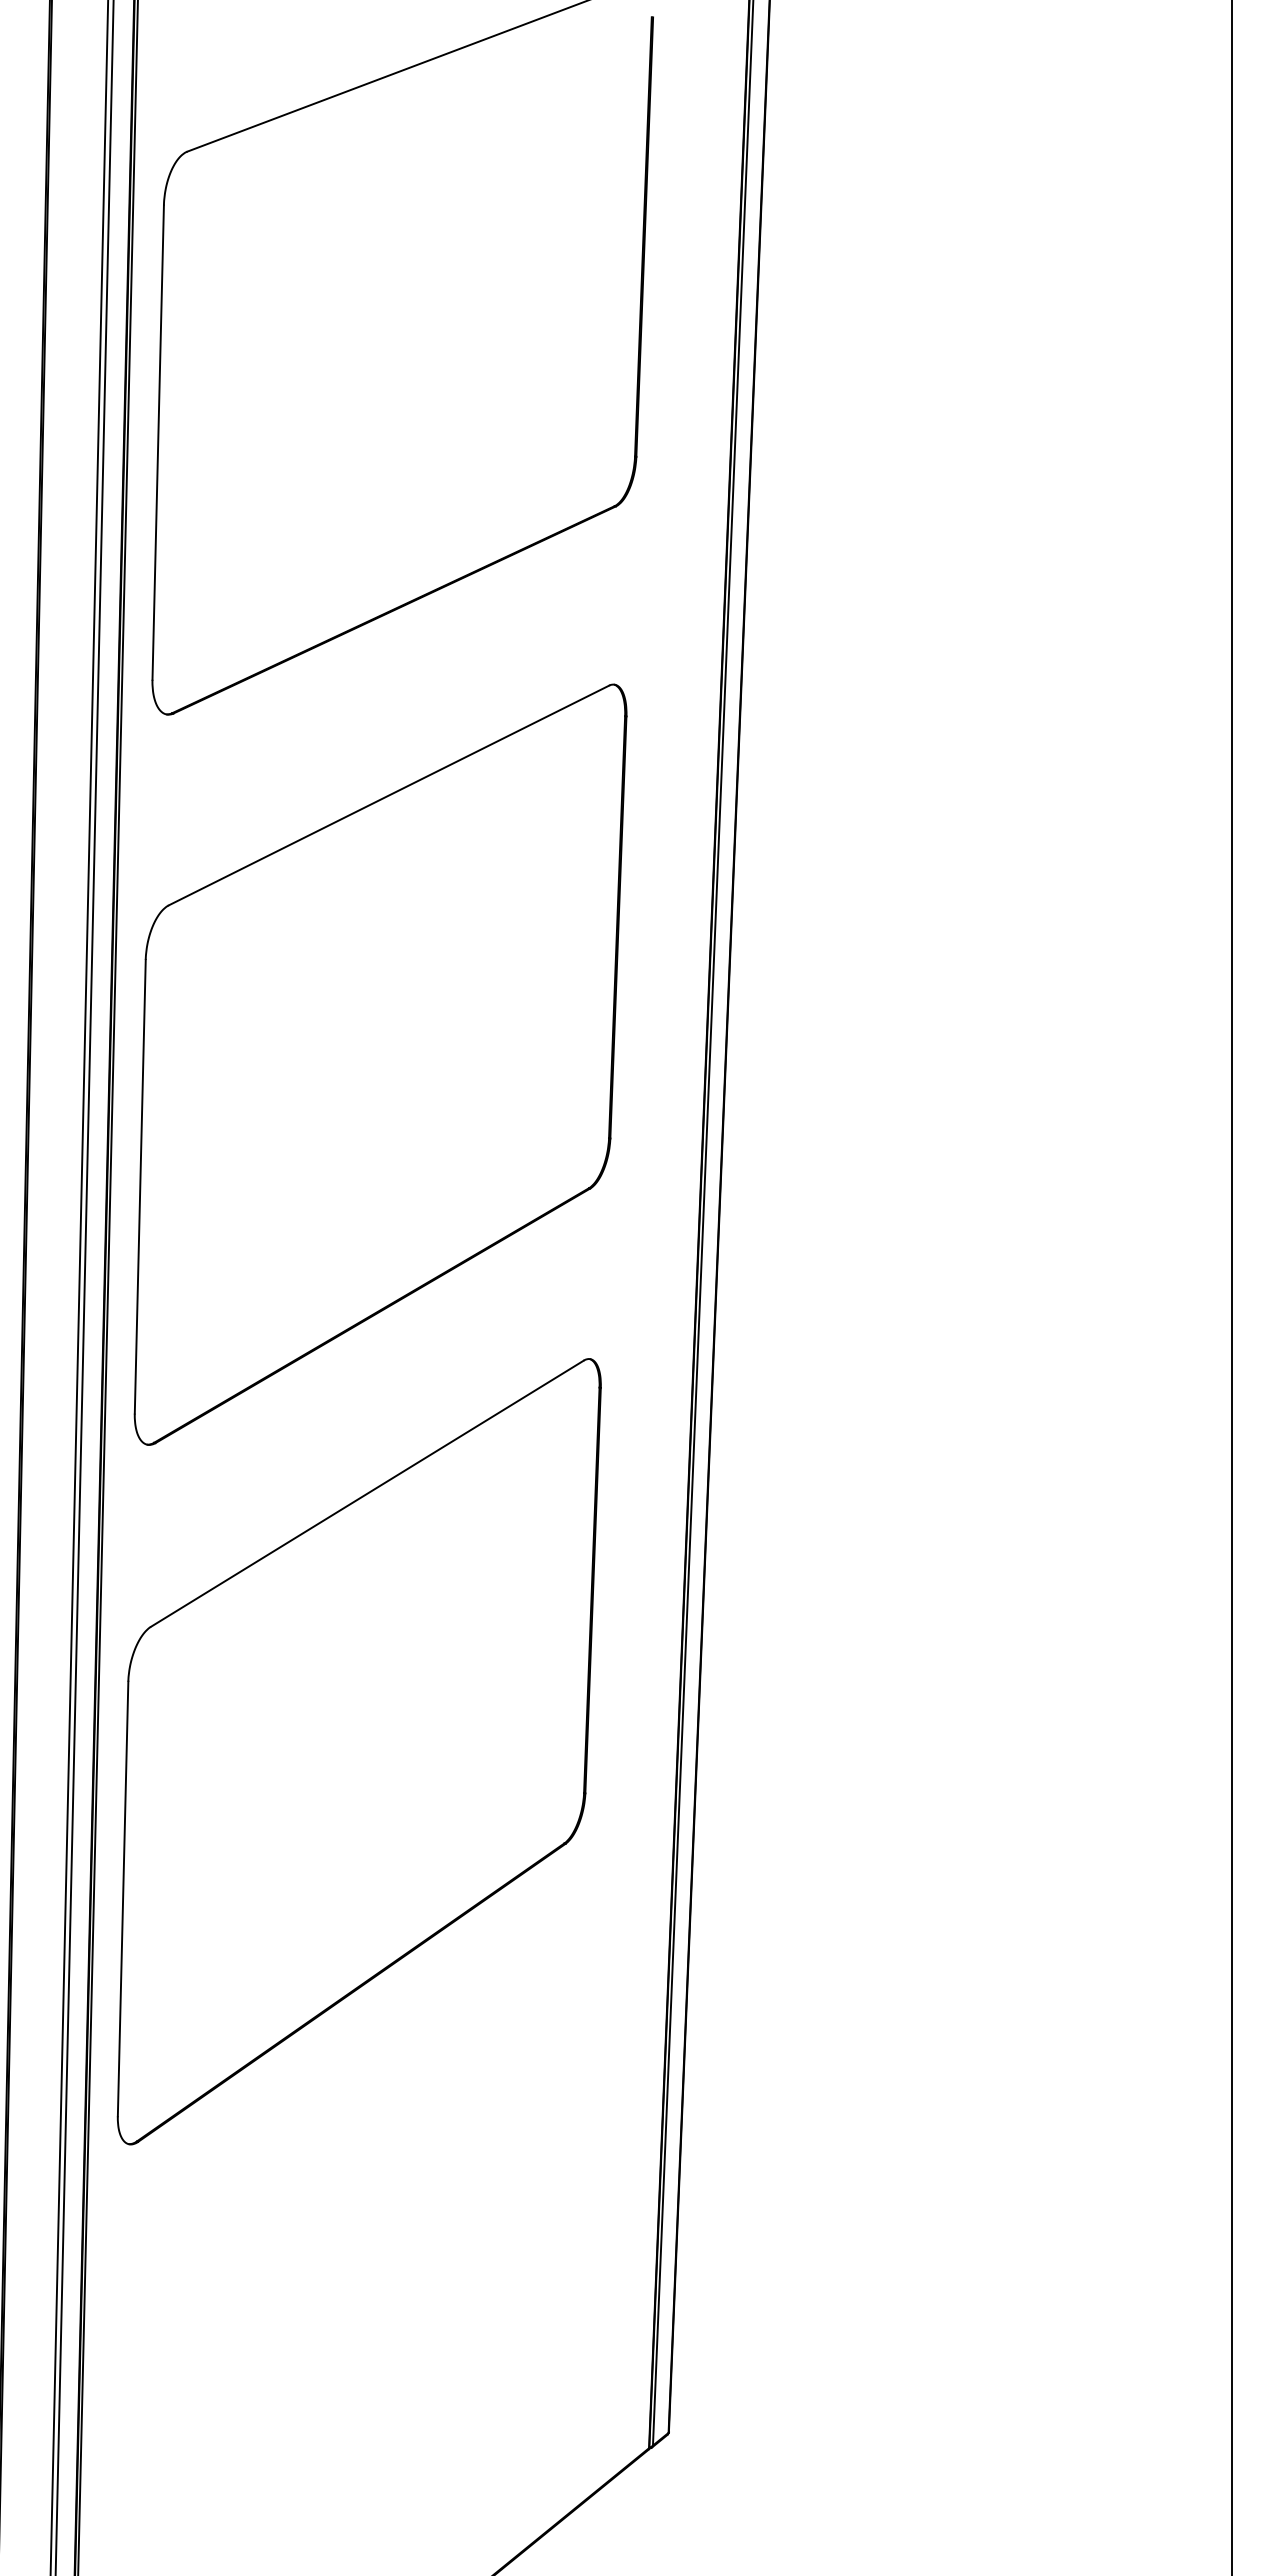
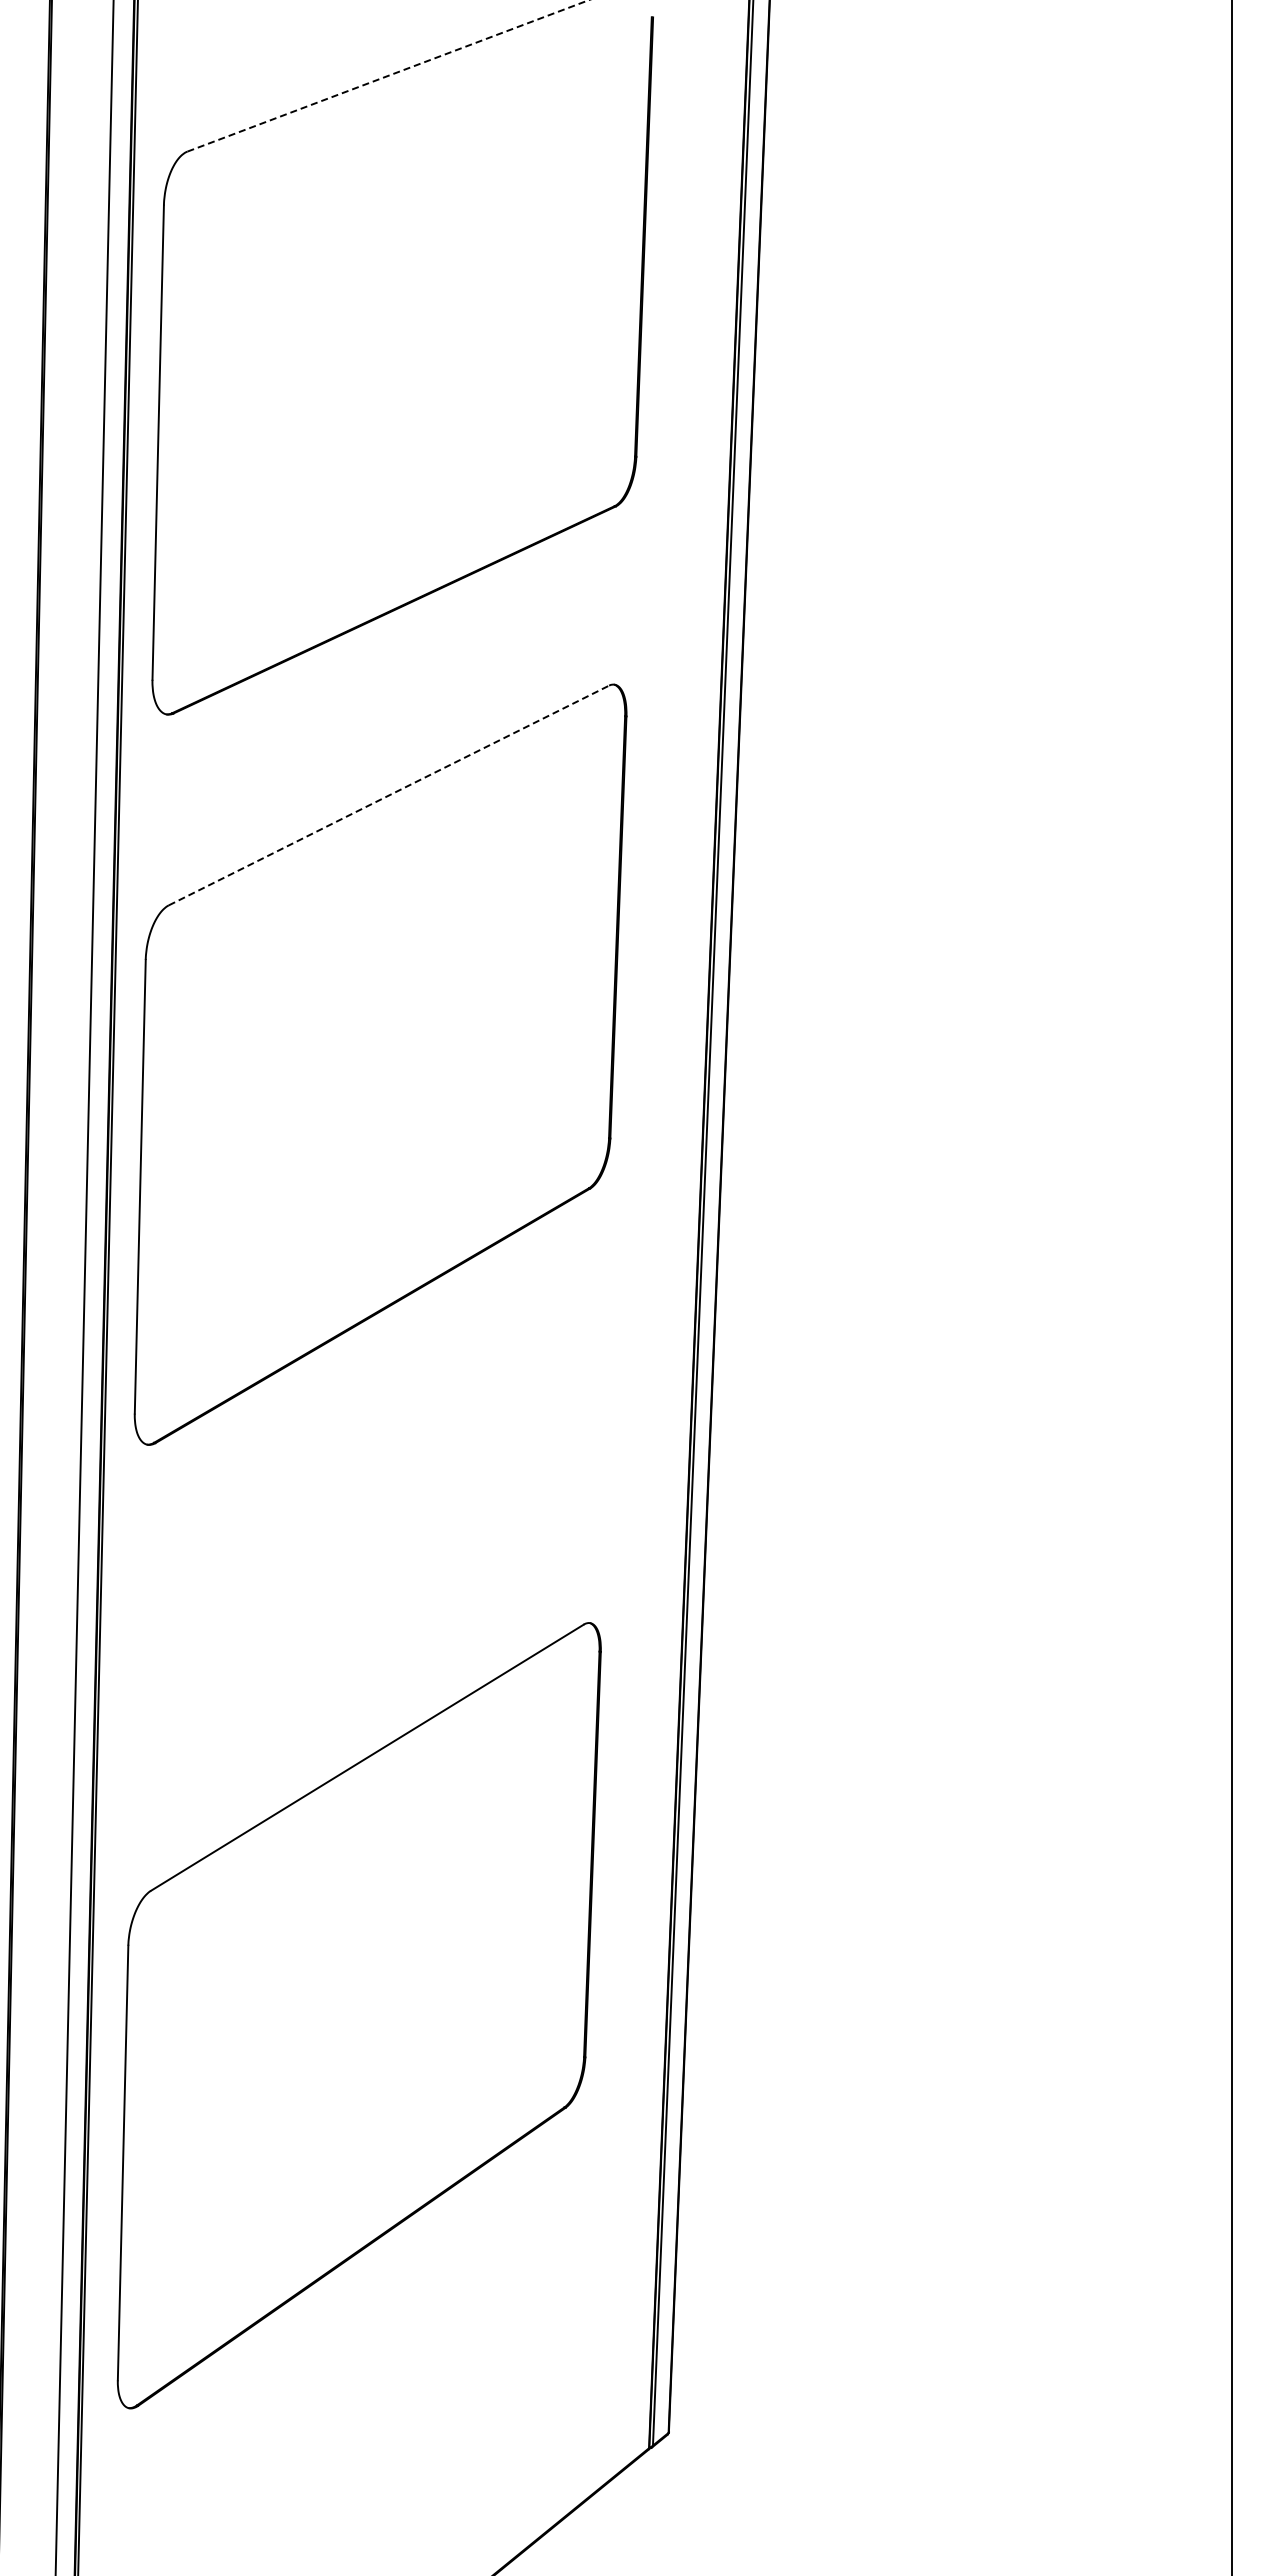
line at (388, 75): solid -> dashed
line at (389, 795): solid -> dashed
line at (79, 1287): present -> none
part at (358, 1751) position: (358, 1751) -> (358, 2015)
